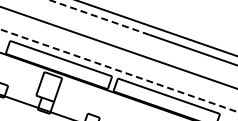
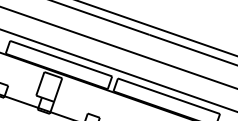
line at (99, 17): dashed -> solid
line at (118, 70): dashed -> solid
